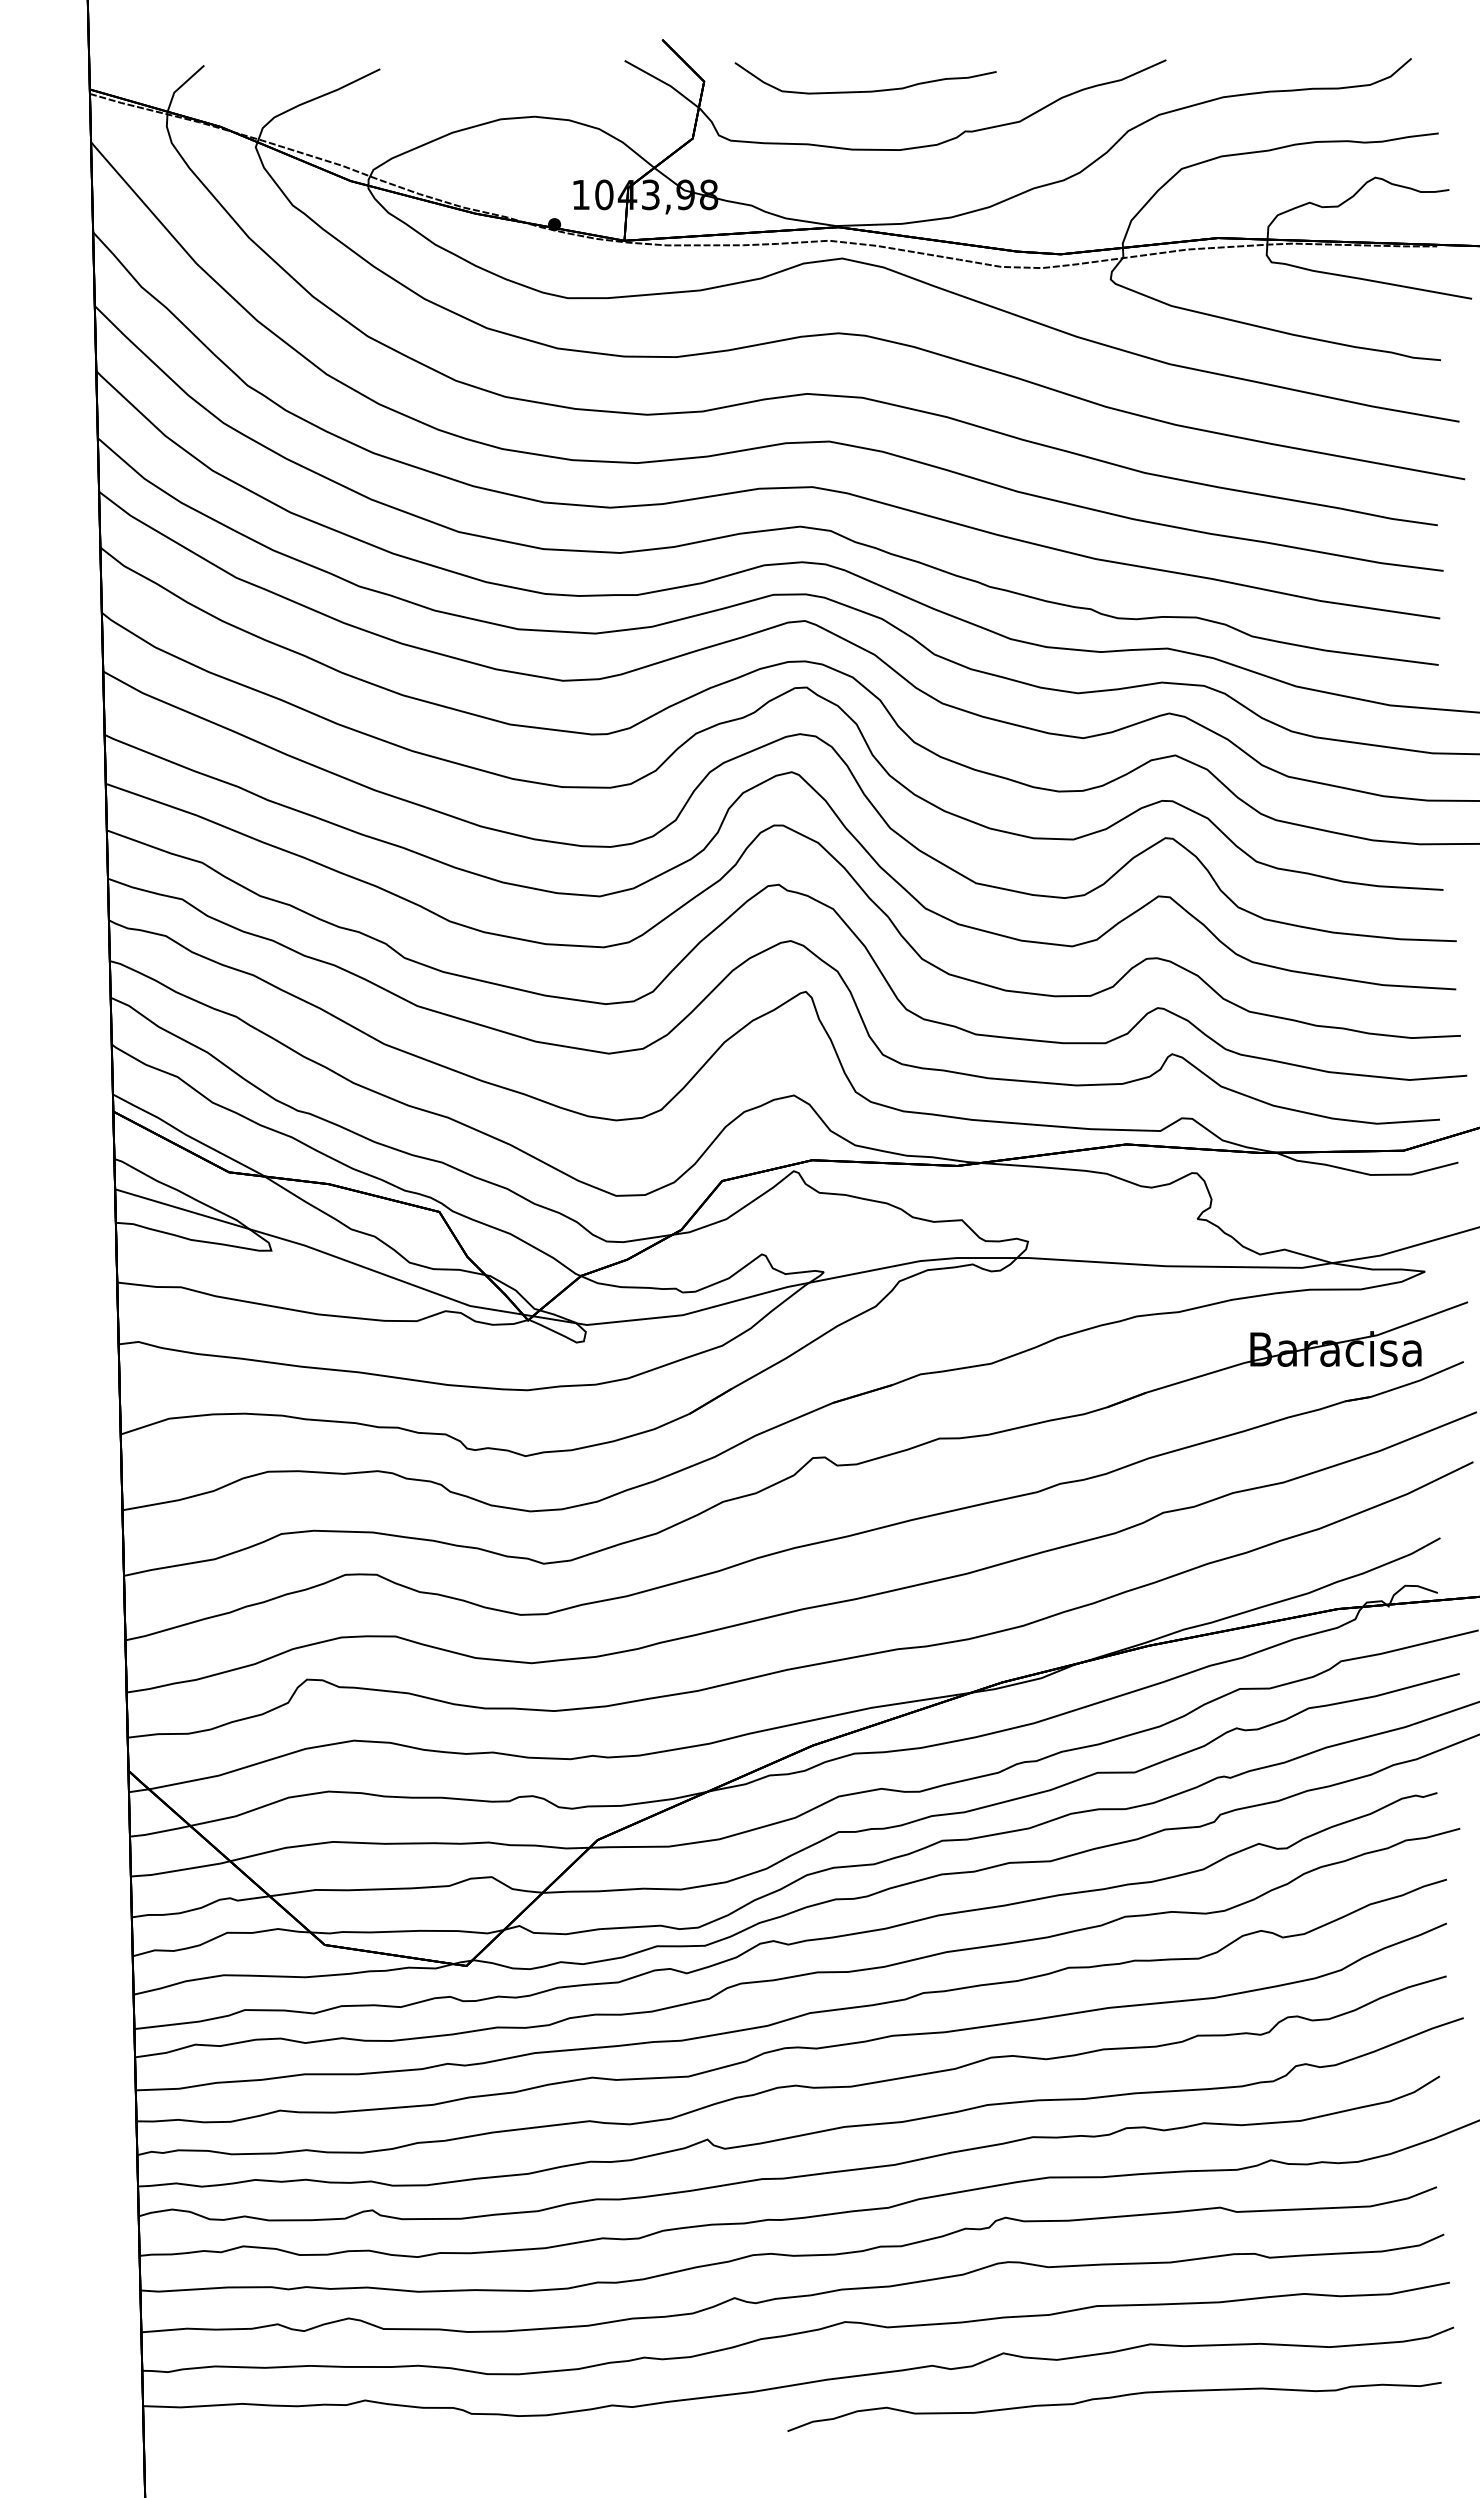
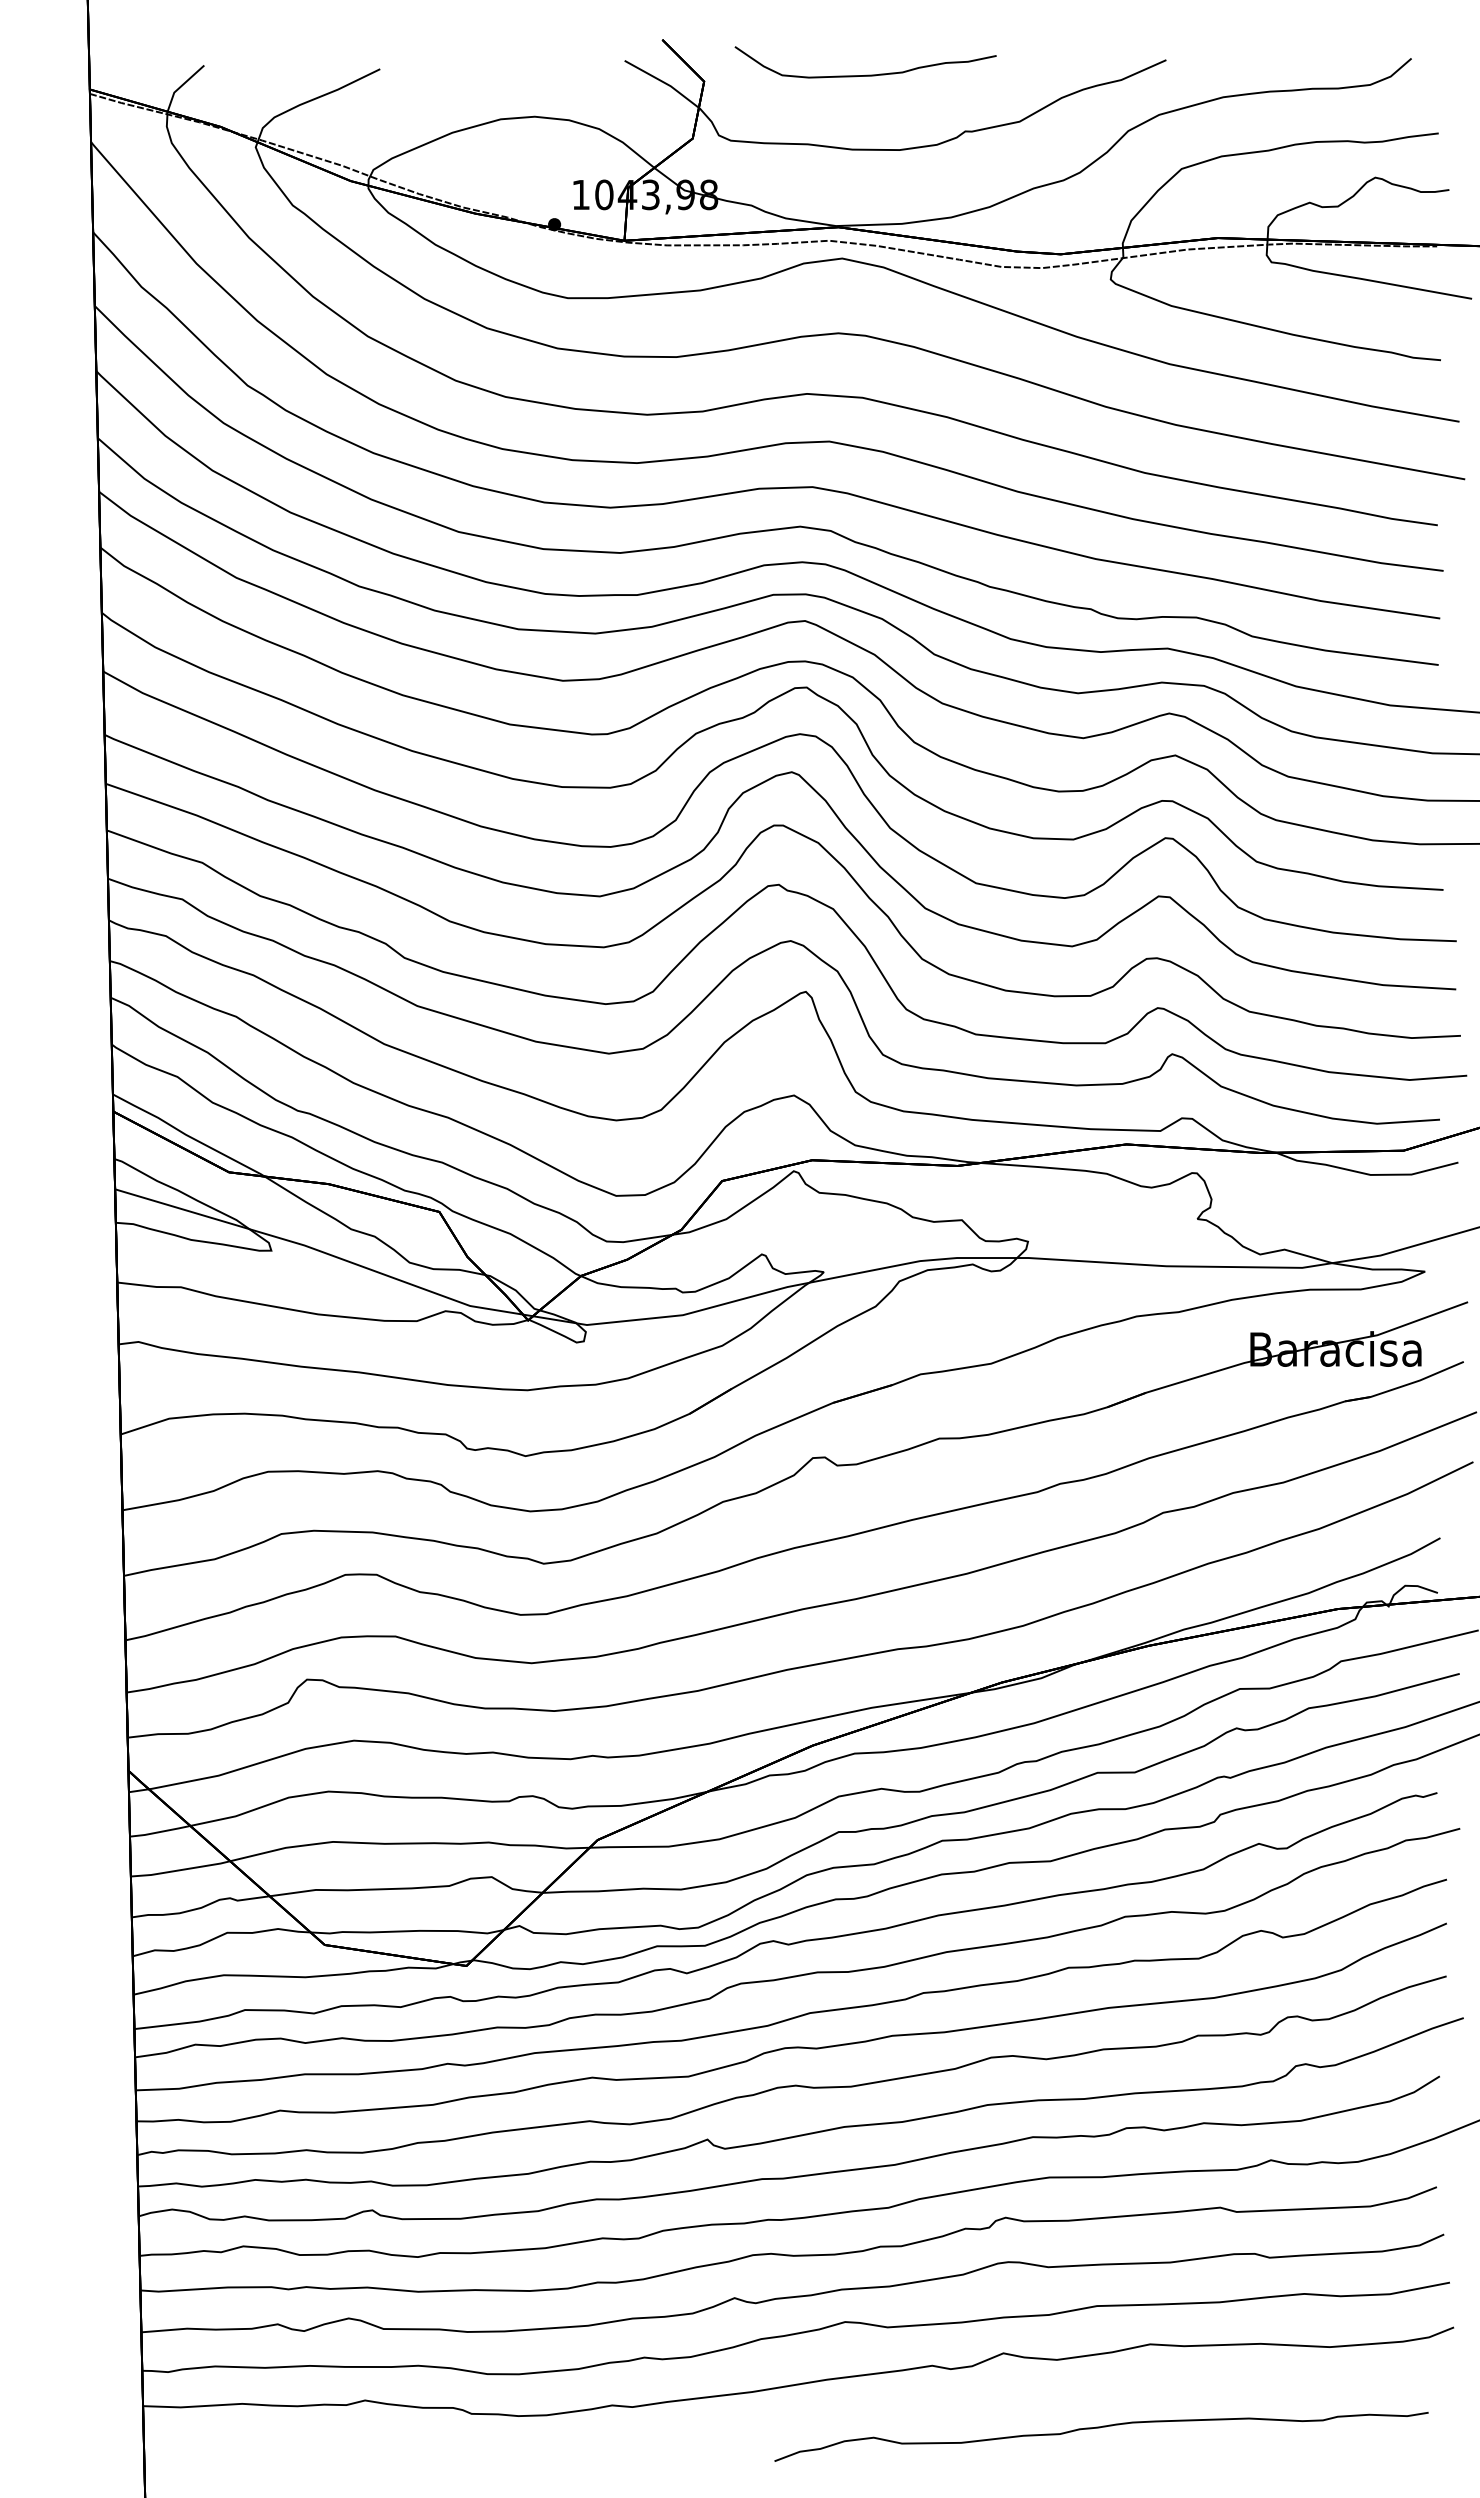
curve at (866, 90) position: (866, 90) -> (866, 74)
curve at (1113, 2398) position: (1113, 2398) -> (1100, 2428)
